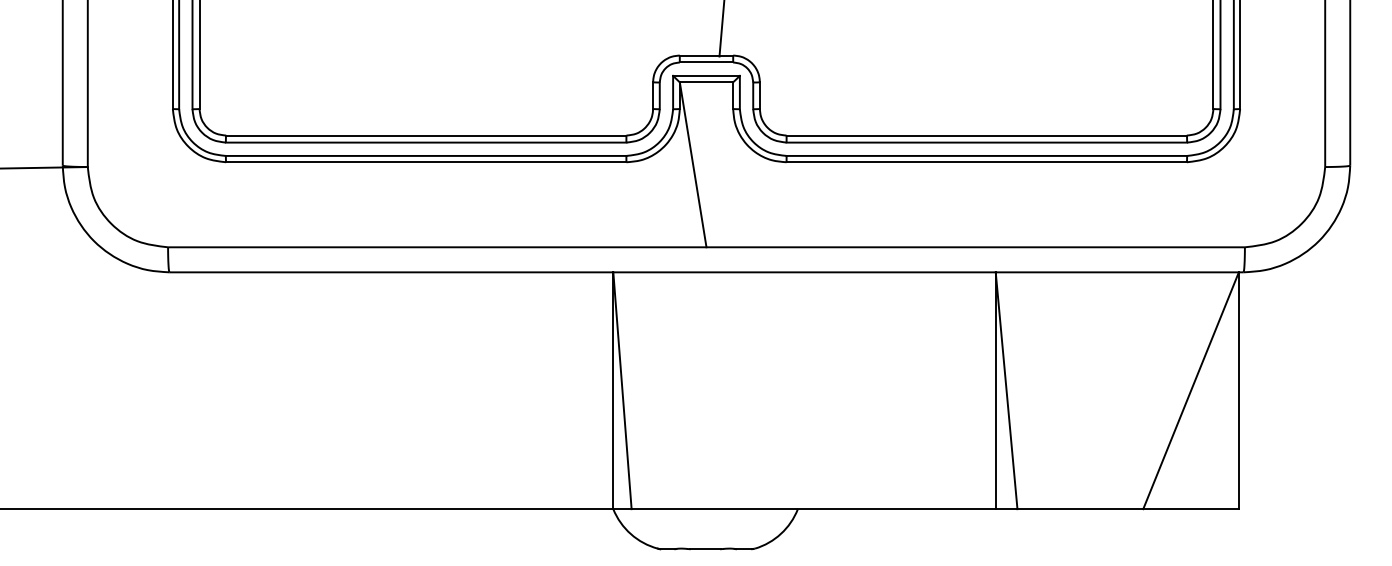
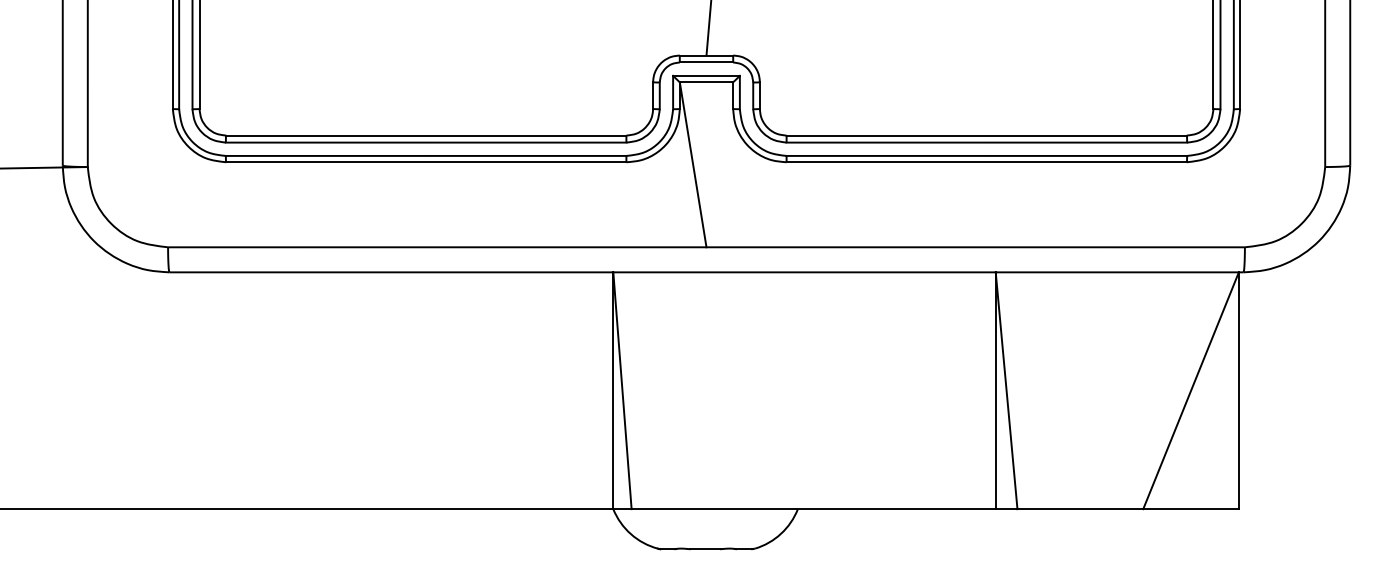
line at (721, 29) position: (721, 29) -> (708, 28)
